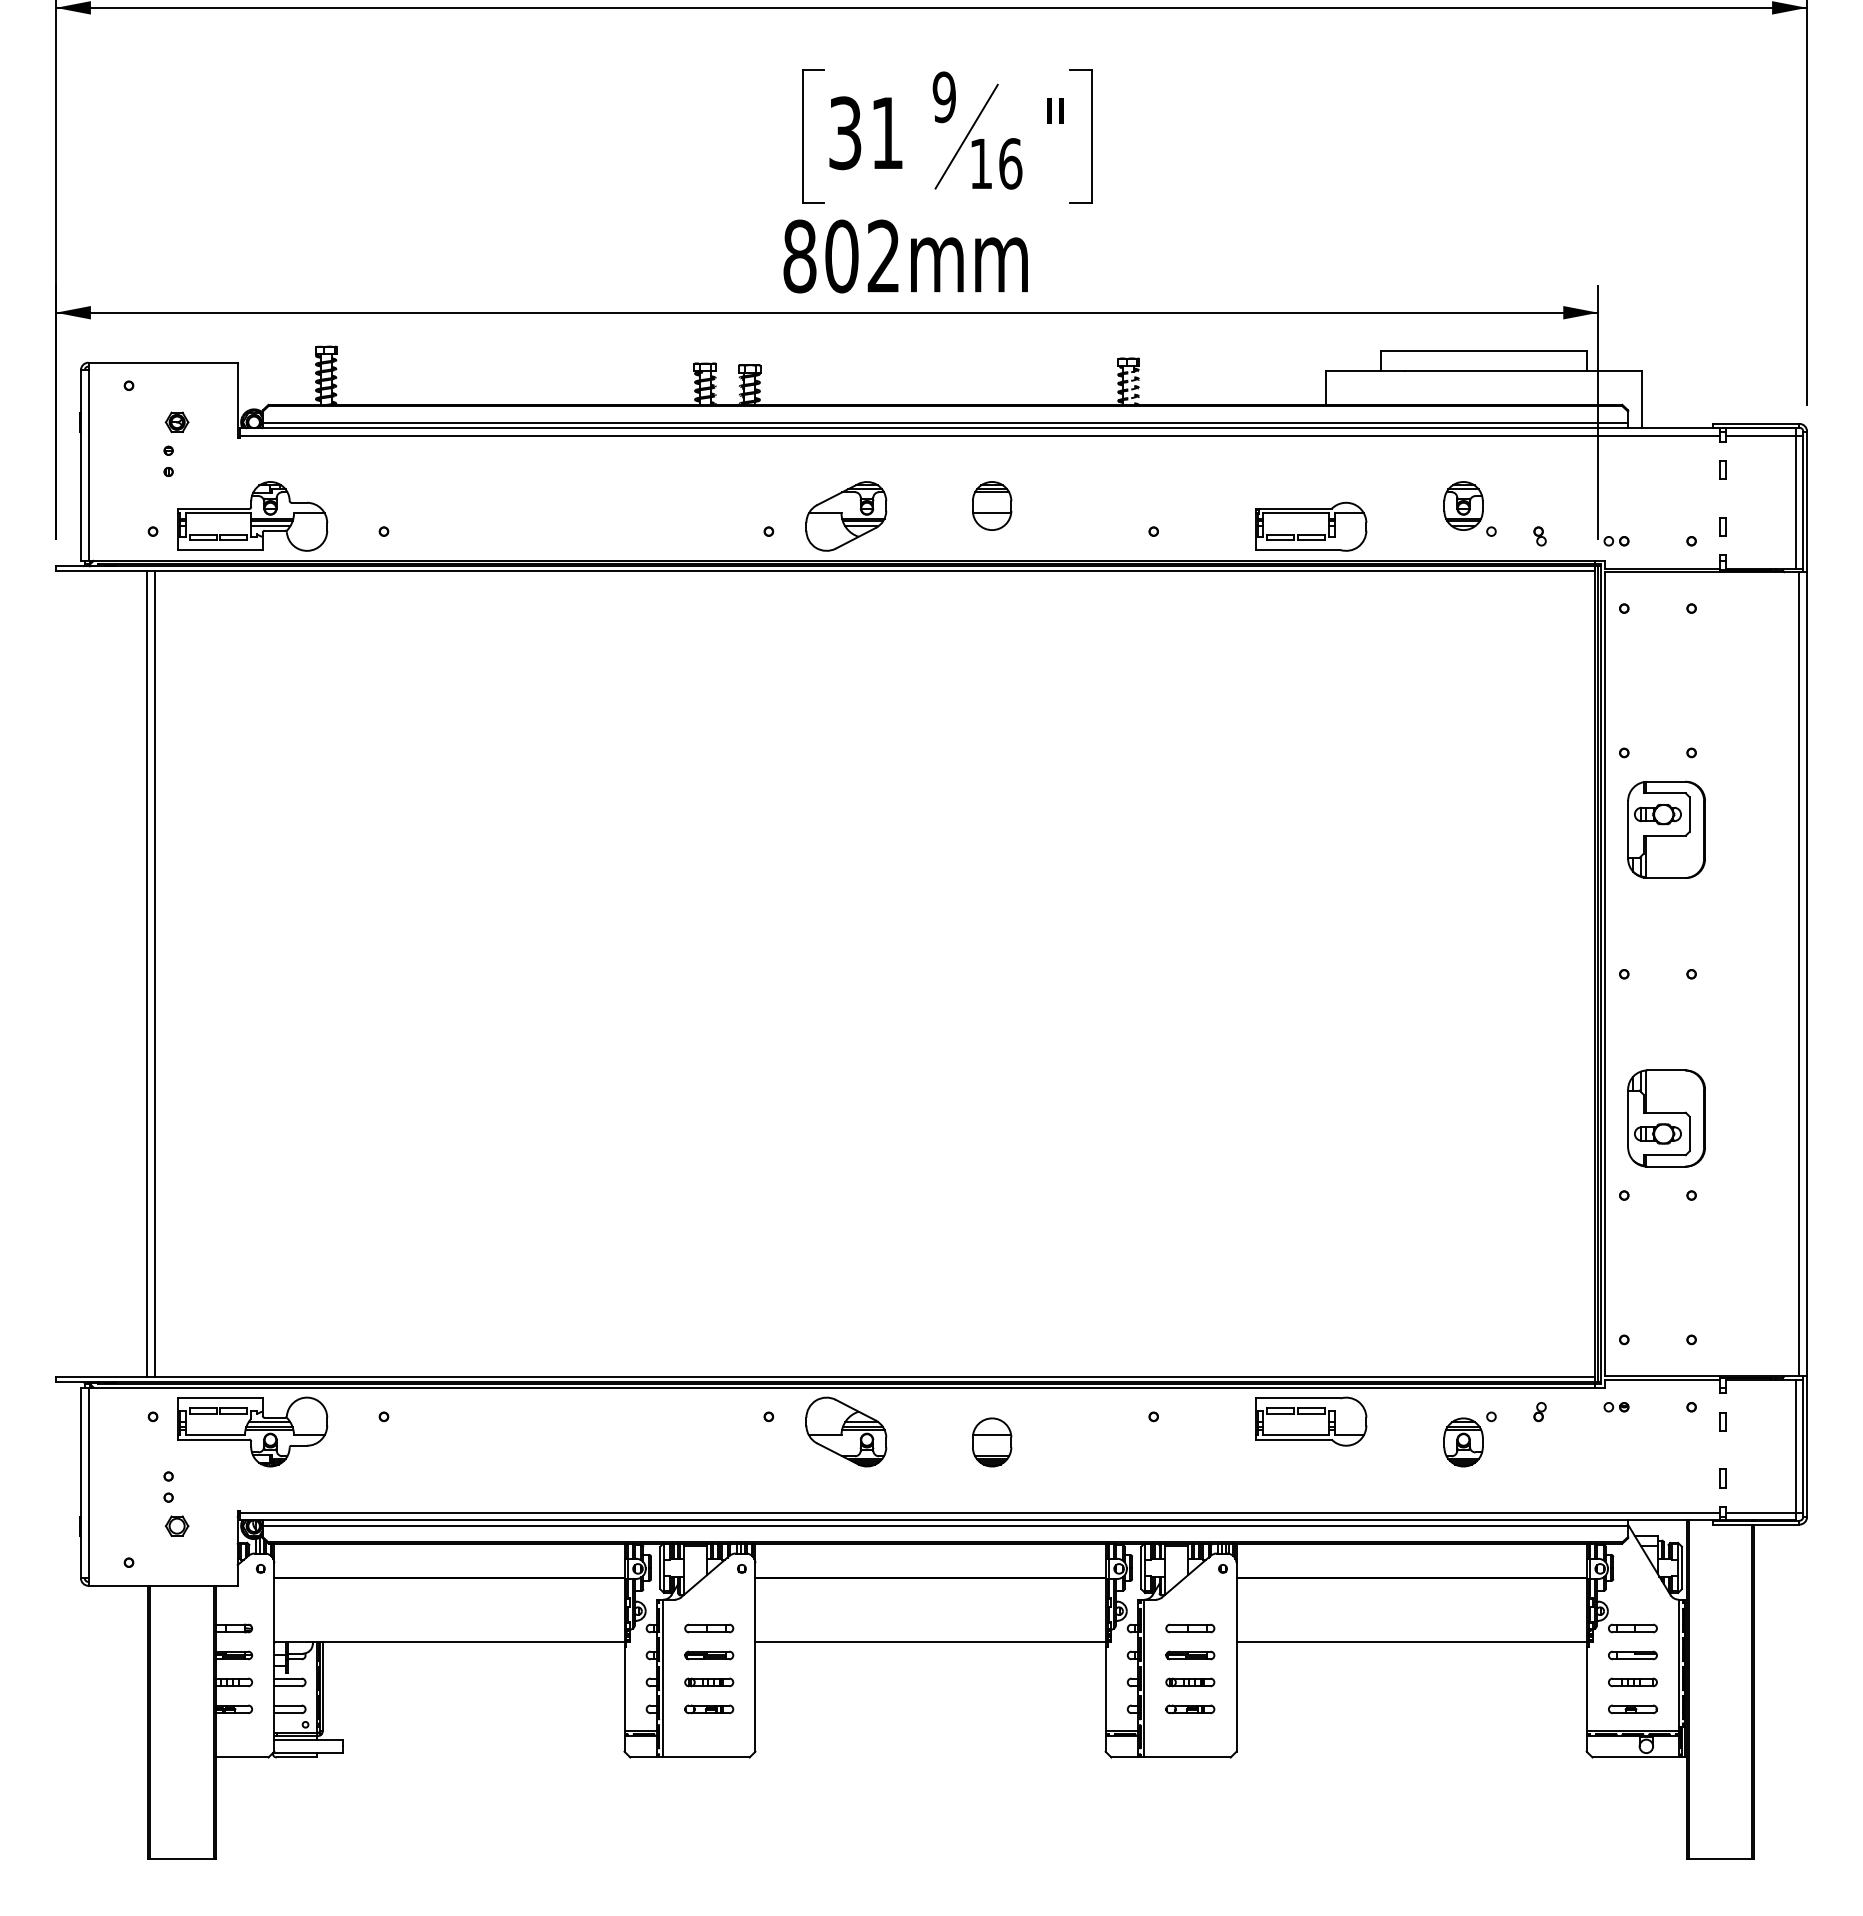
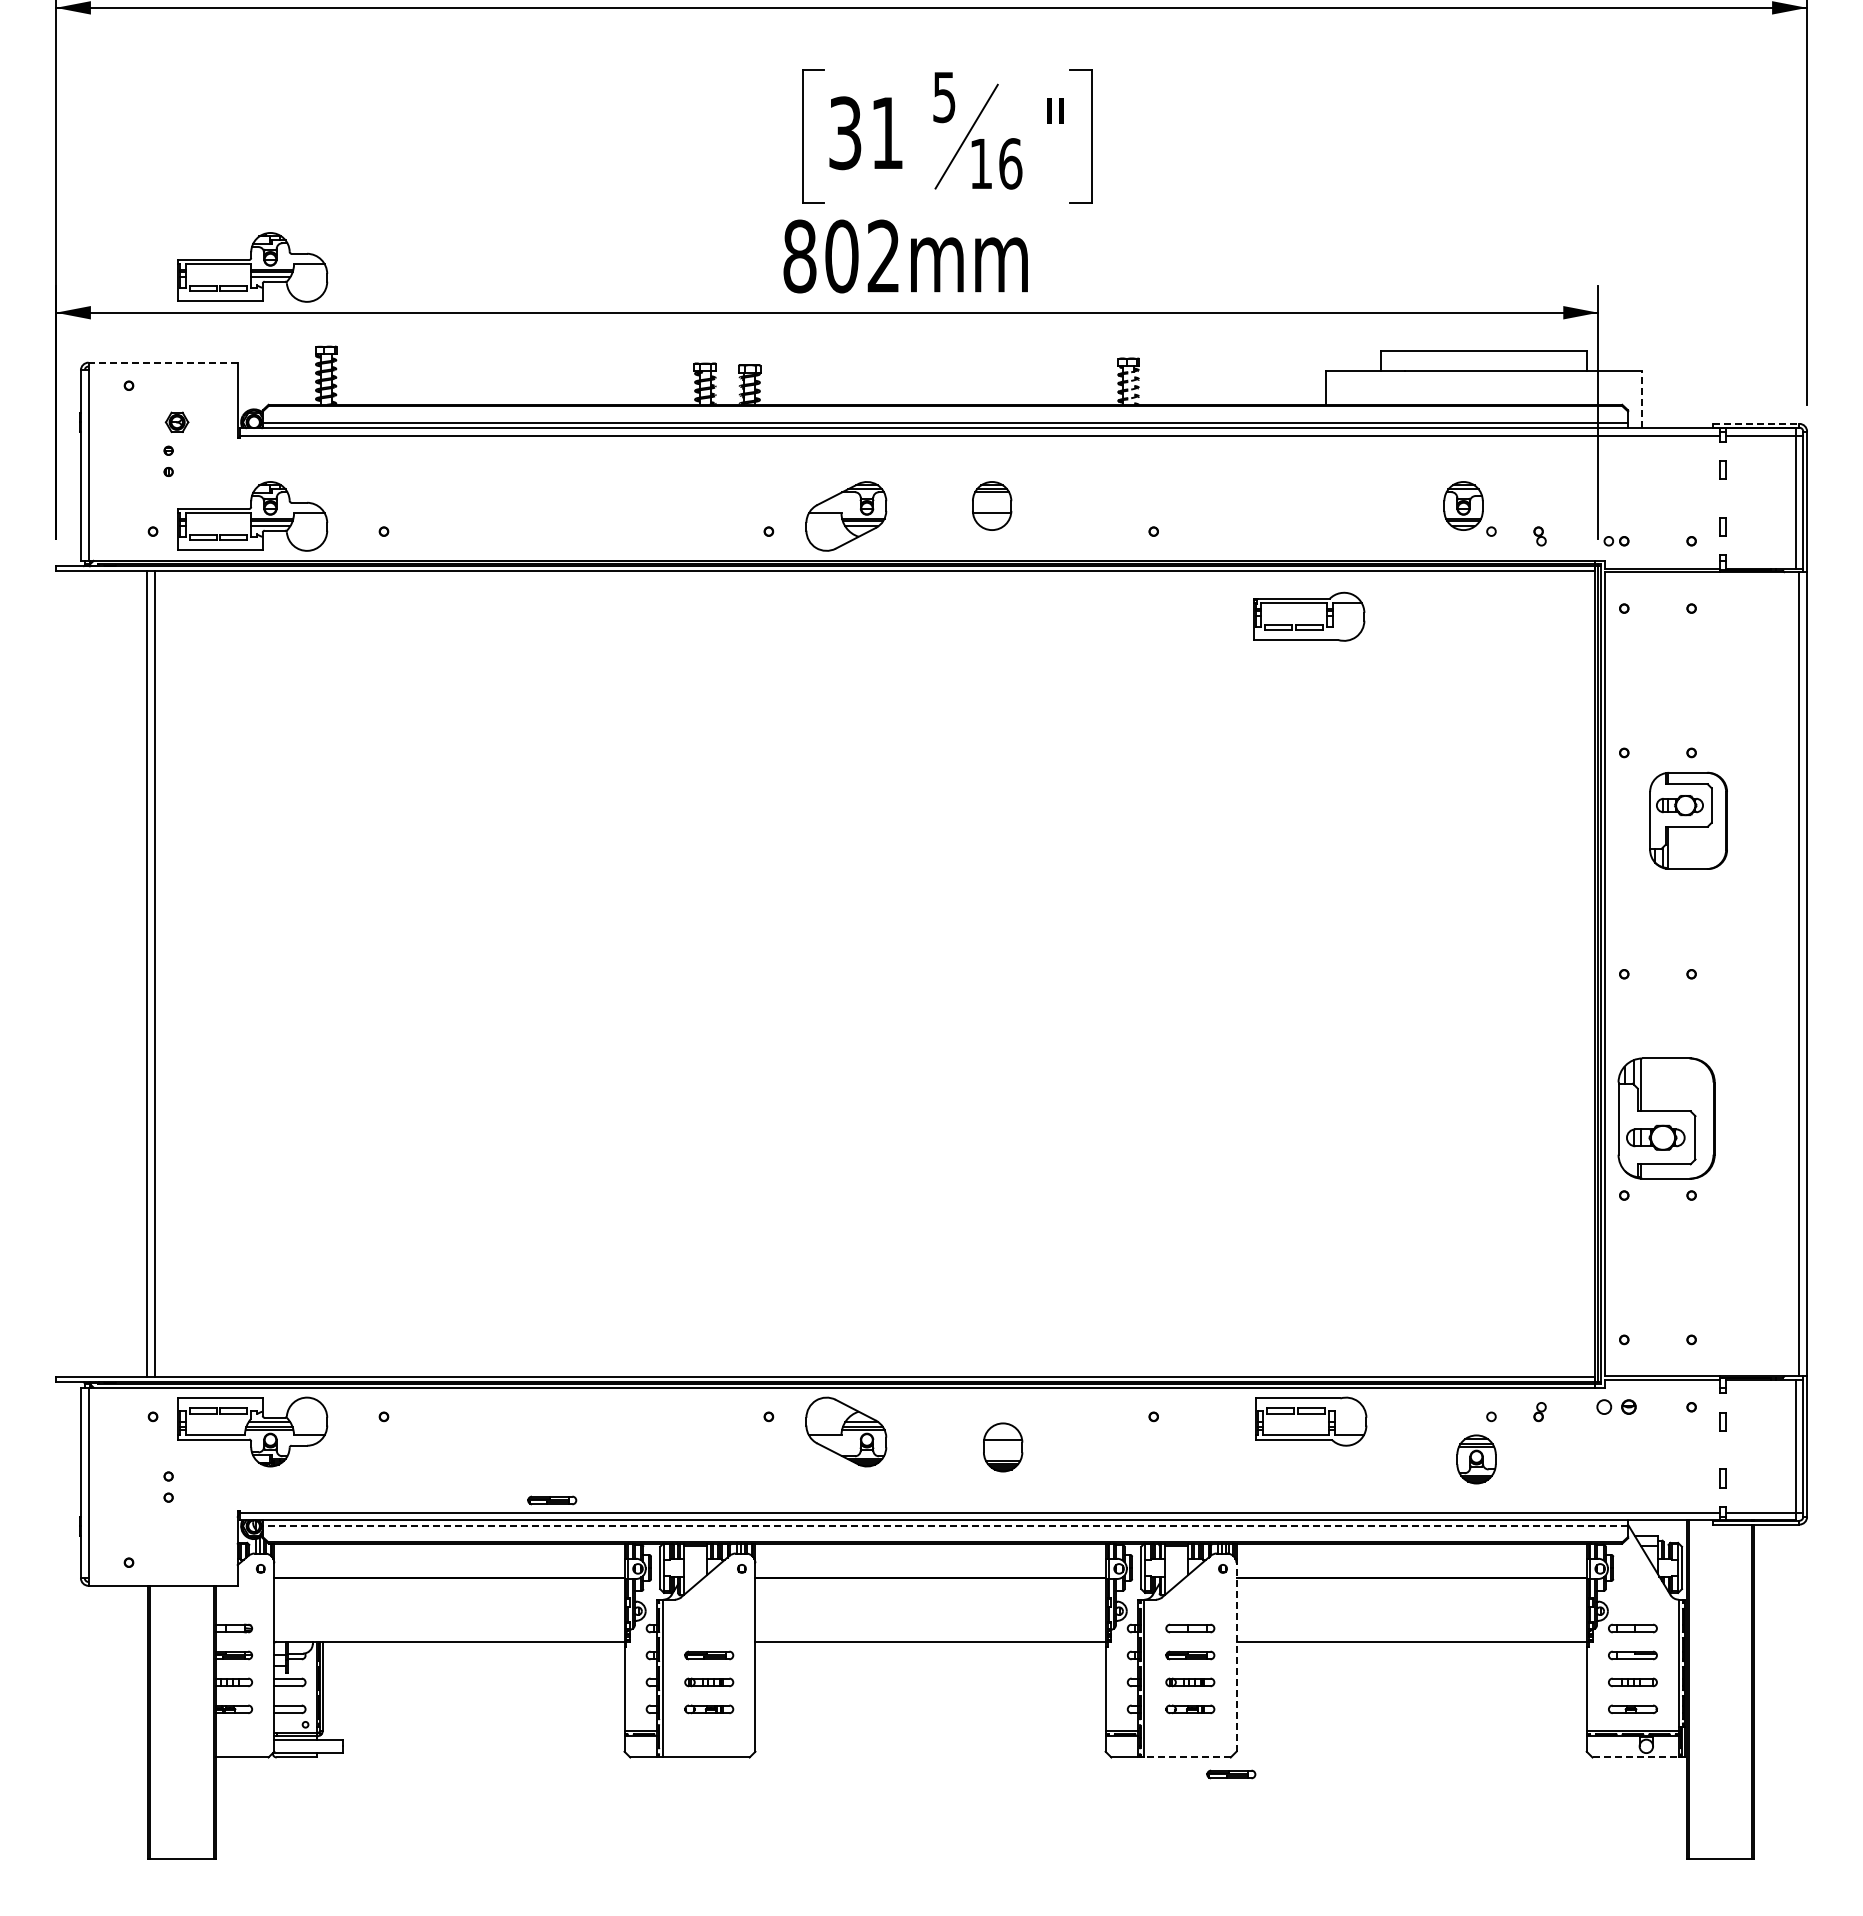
text at (943, 96): 9 -> 5
part at (252, 267): none -> present
line at (163, 362): solid -> dashed
line at (1641, 399): solid -> dashed
line at (1756, 423): solid -> dashed
part at (1311, 526) position: (1311, 526) -> (1309, 616)
part at (1666, 829) position: (1666, 829) -> (1688, 820)
part at (1666, 1118) size: 79x99 px -> 99x123 px
part at (1616, 1407) size: 27x11 px -> 41x16 px
part at (992, 1442) position: (992, 1442) -> (1003, 1447)
part at (1463, 1442) position: (1463, 1442) -> (1476, 1459)
part at (552, 1500): none -> present
part at (176, 1525): present -> none
line at (945, 1525): solid -> dashed
part at (709, 1628): present -> none
line at (1236, 1656): solid -> dashed
line at (1186, 1757): solid -> dashed
line at (1636, 1757): solid -> dashed
part at (1231, 1774): none -> present
